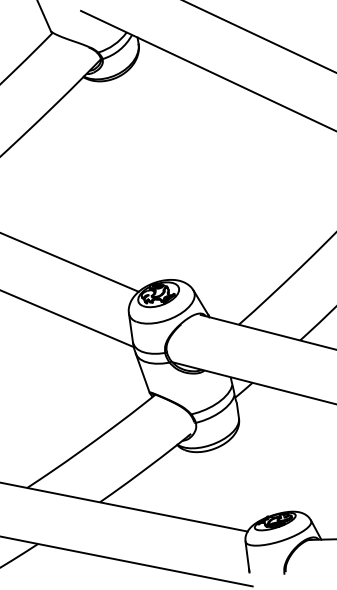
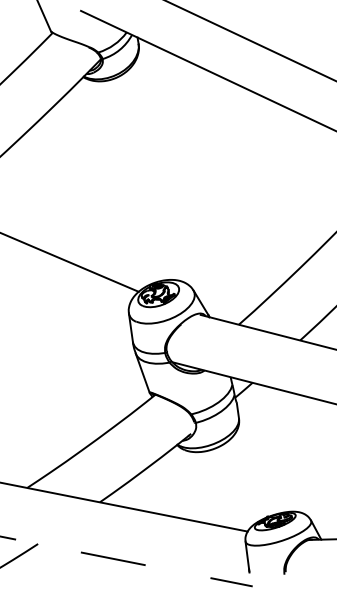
line at (259, 36) position: (259, 36) -> (250, 40)
line at (68, 319): present -> none
line at (126, 561): solid -> dashed
